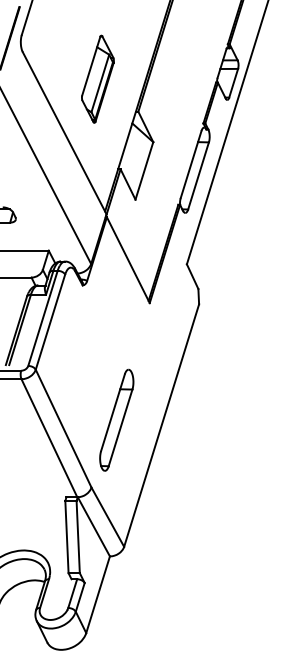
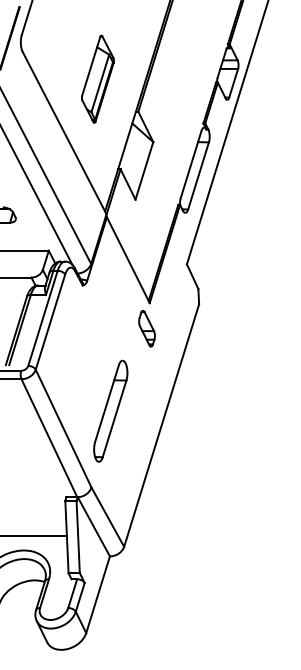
line at (37, 196): none -> present
part at (146, 328): none -> present
part at (116, 419) position: (116, 419) -> (110, 410)
line at (34, 536): none -> present
